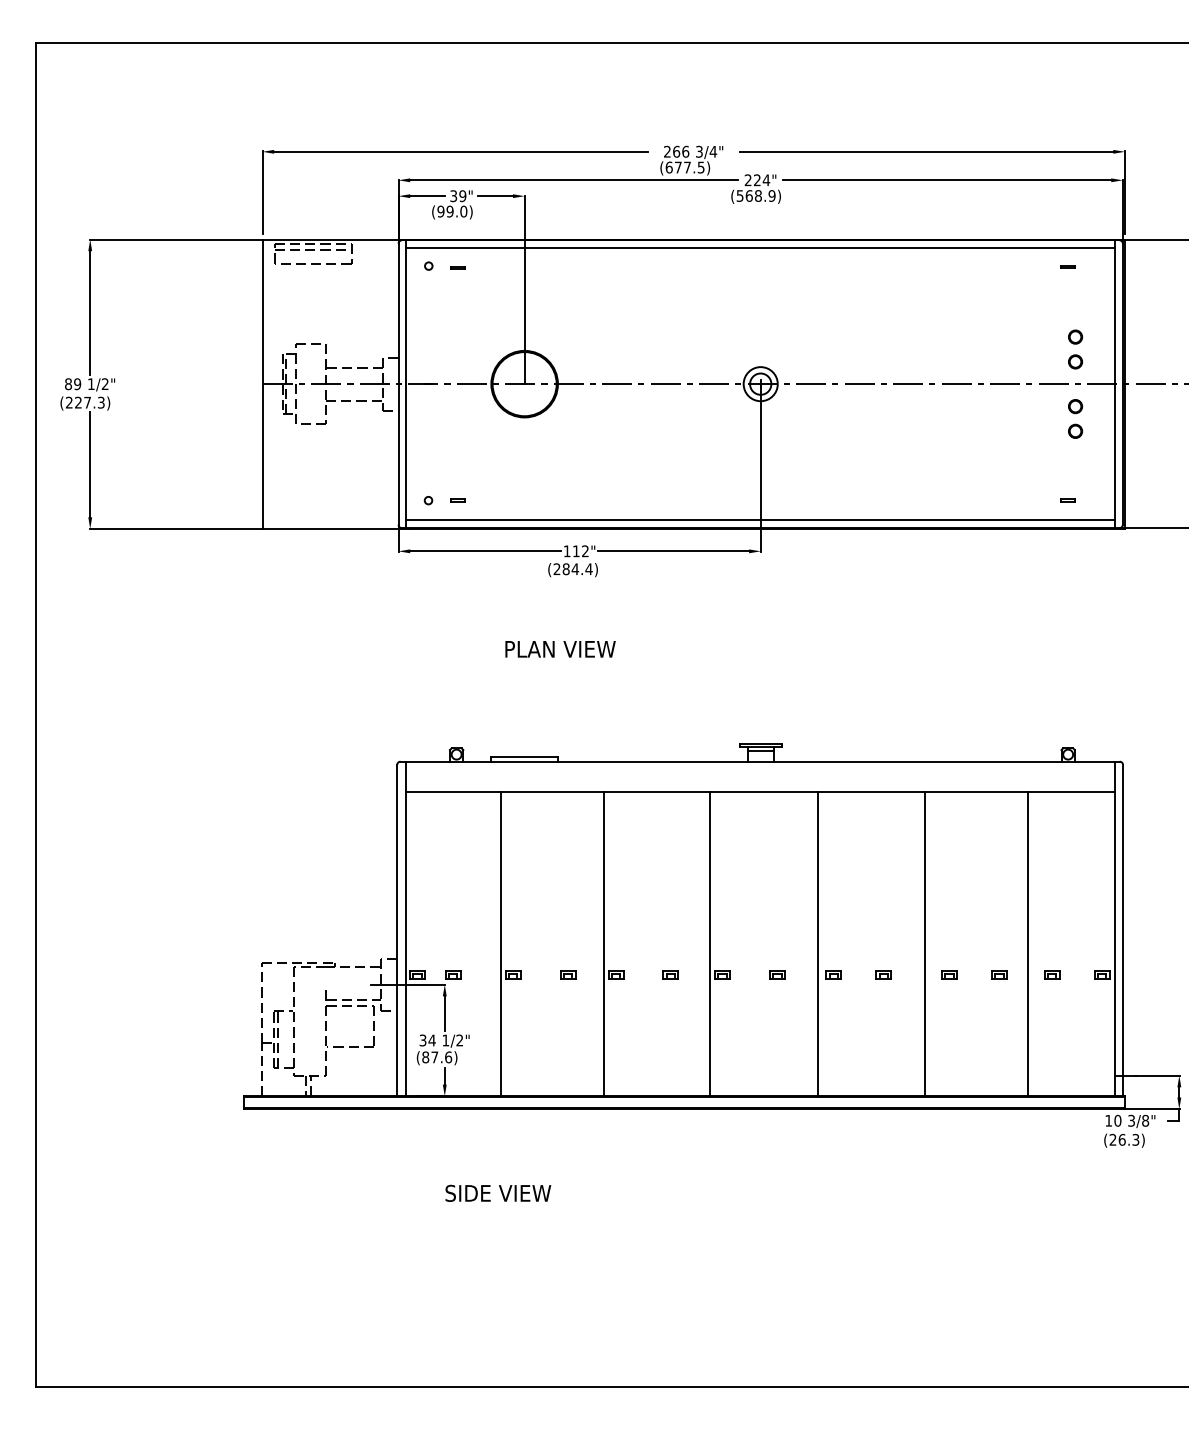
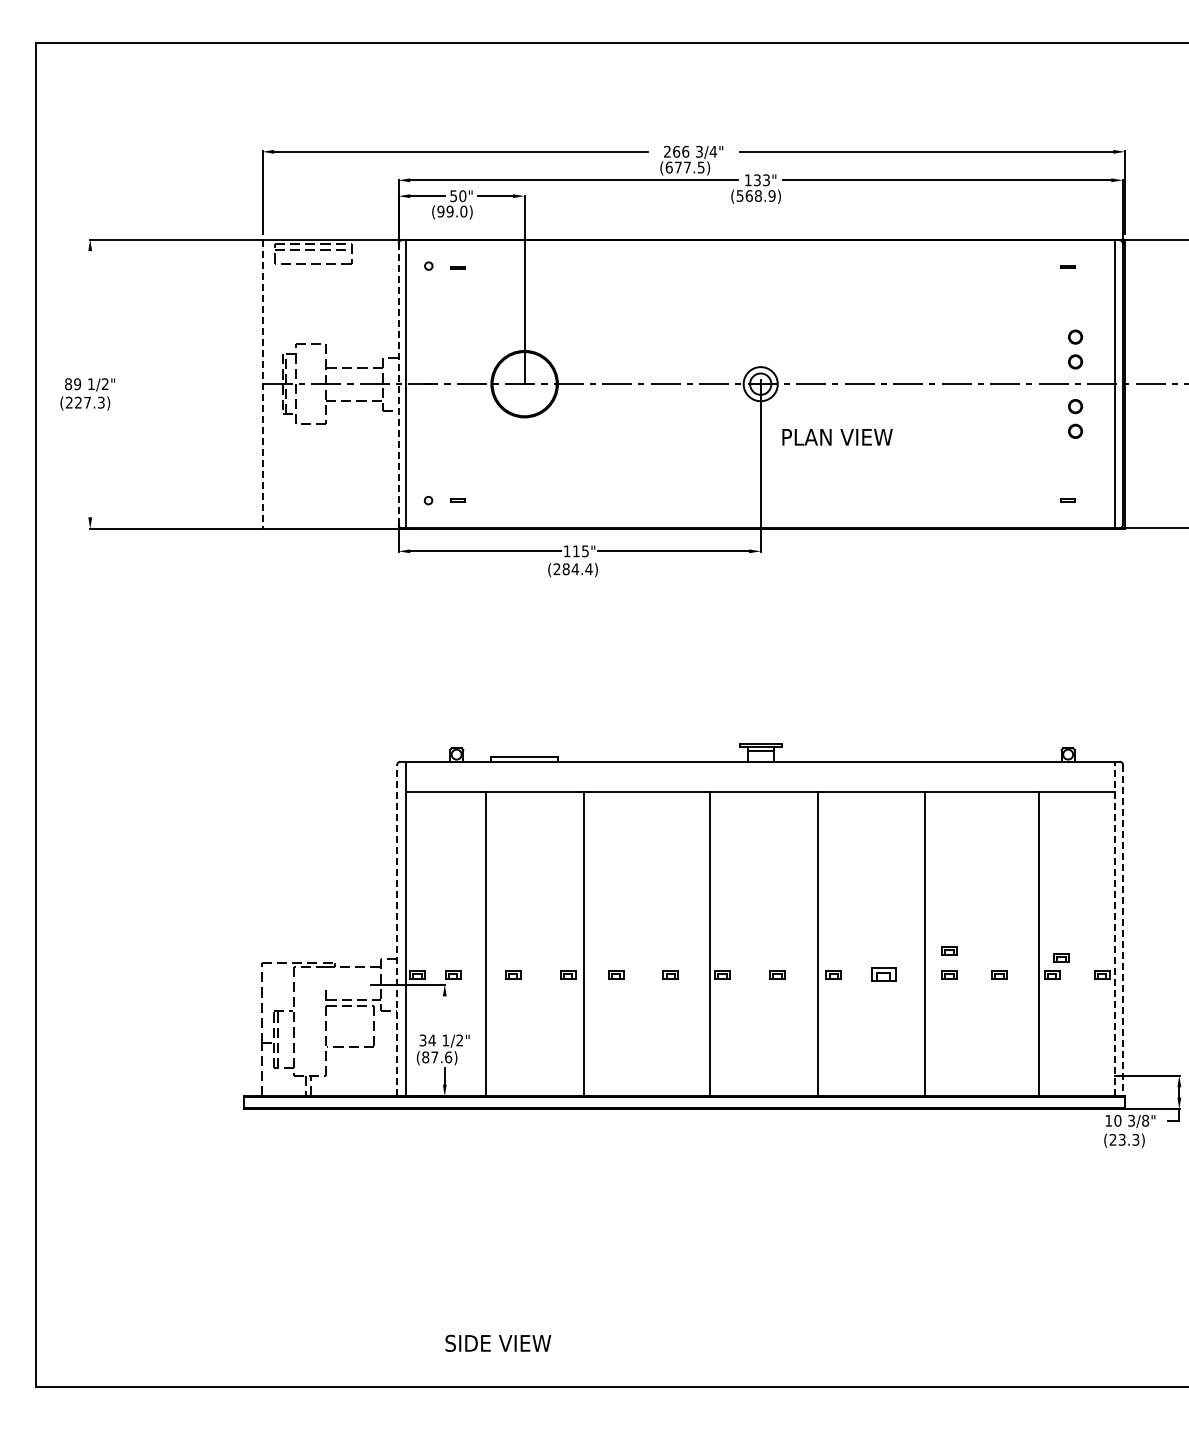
text at (757, 180): 224" -> 133"
text at (458, 196): 39" -> 50"
line at (760, 248): present -> none
line at (90, 313): present -> none
line at (262, 384): solid -> dashed
line at (398, 384): solid -> dashed
line at (90, 464): present -> none
line at (760, 520): present -> none
text at (585, 551): 112" -> 115"
text at (560, 649) position: (560, 649) -> (837, 437)
line at (1114, 928): solid -> dashed
line at (397, 930): solid -> dashed
line at (1123, 930): solid -> dashed
line at (500, 943) position: (500, 943) -> (485, 943)
line at (603, 943) position: (603, 943) -> (583, 943)
line at (1028, 943) position: (1028, 943) -> (1039, 943)
part at (949, 950): none -> present
part at (1061, 957): none -> present
part at (883, 974) size: 17x10 px -> 26x15 px
line at (444, 1013): present -> none
text at (1121, 1139): (26.3) -> (23.3)
text at (498, 1192) position: (498, 1192) -> (498, 1342)
